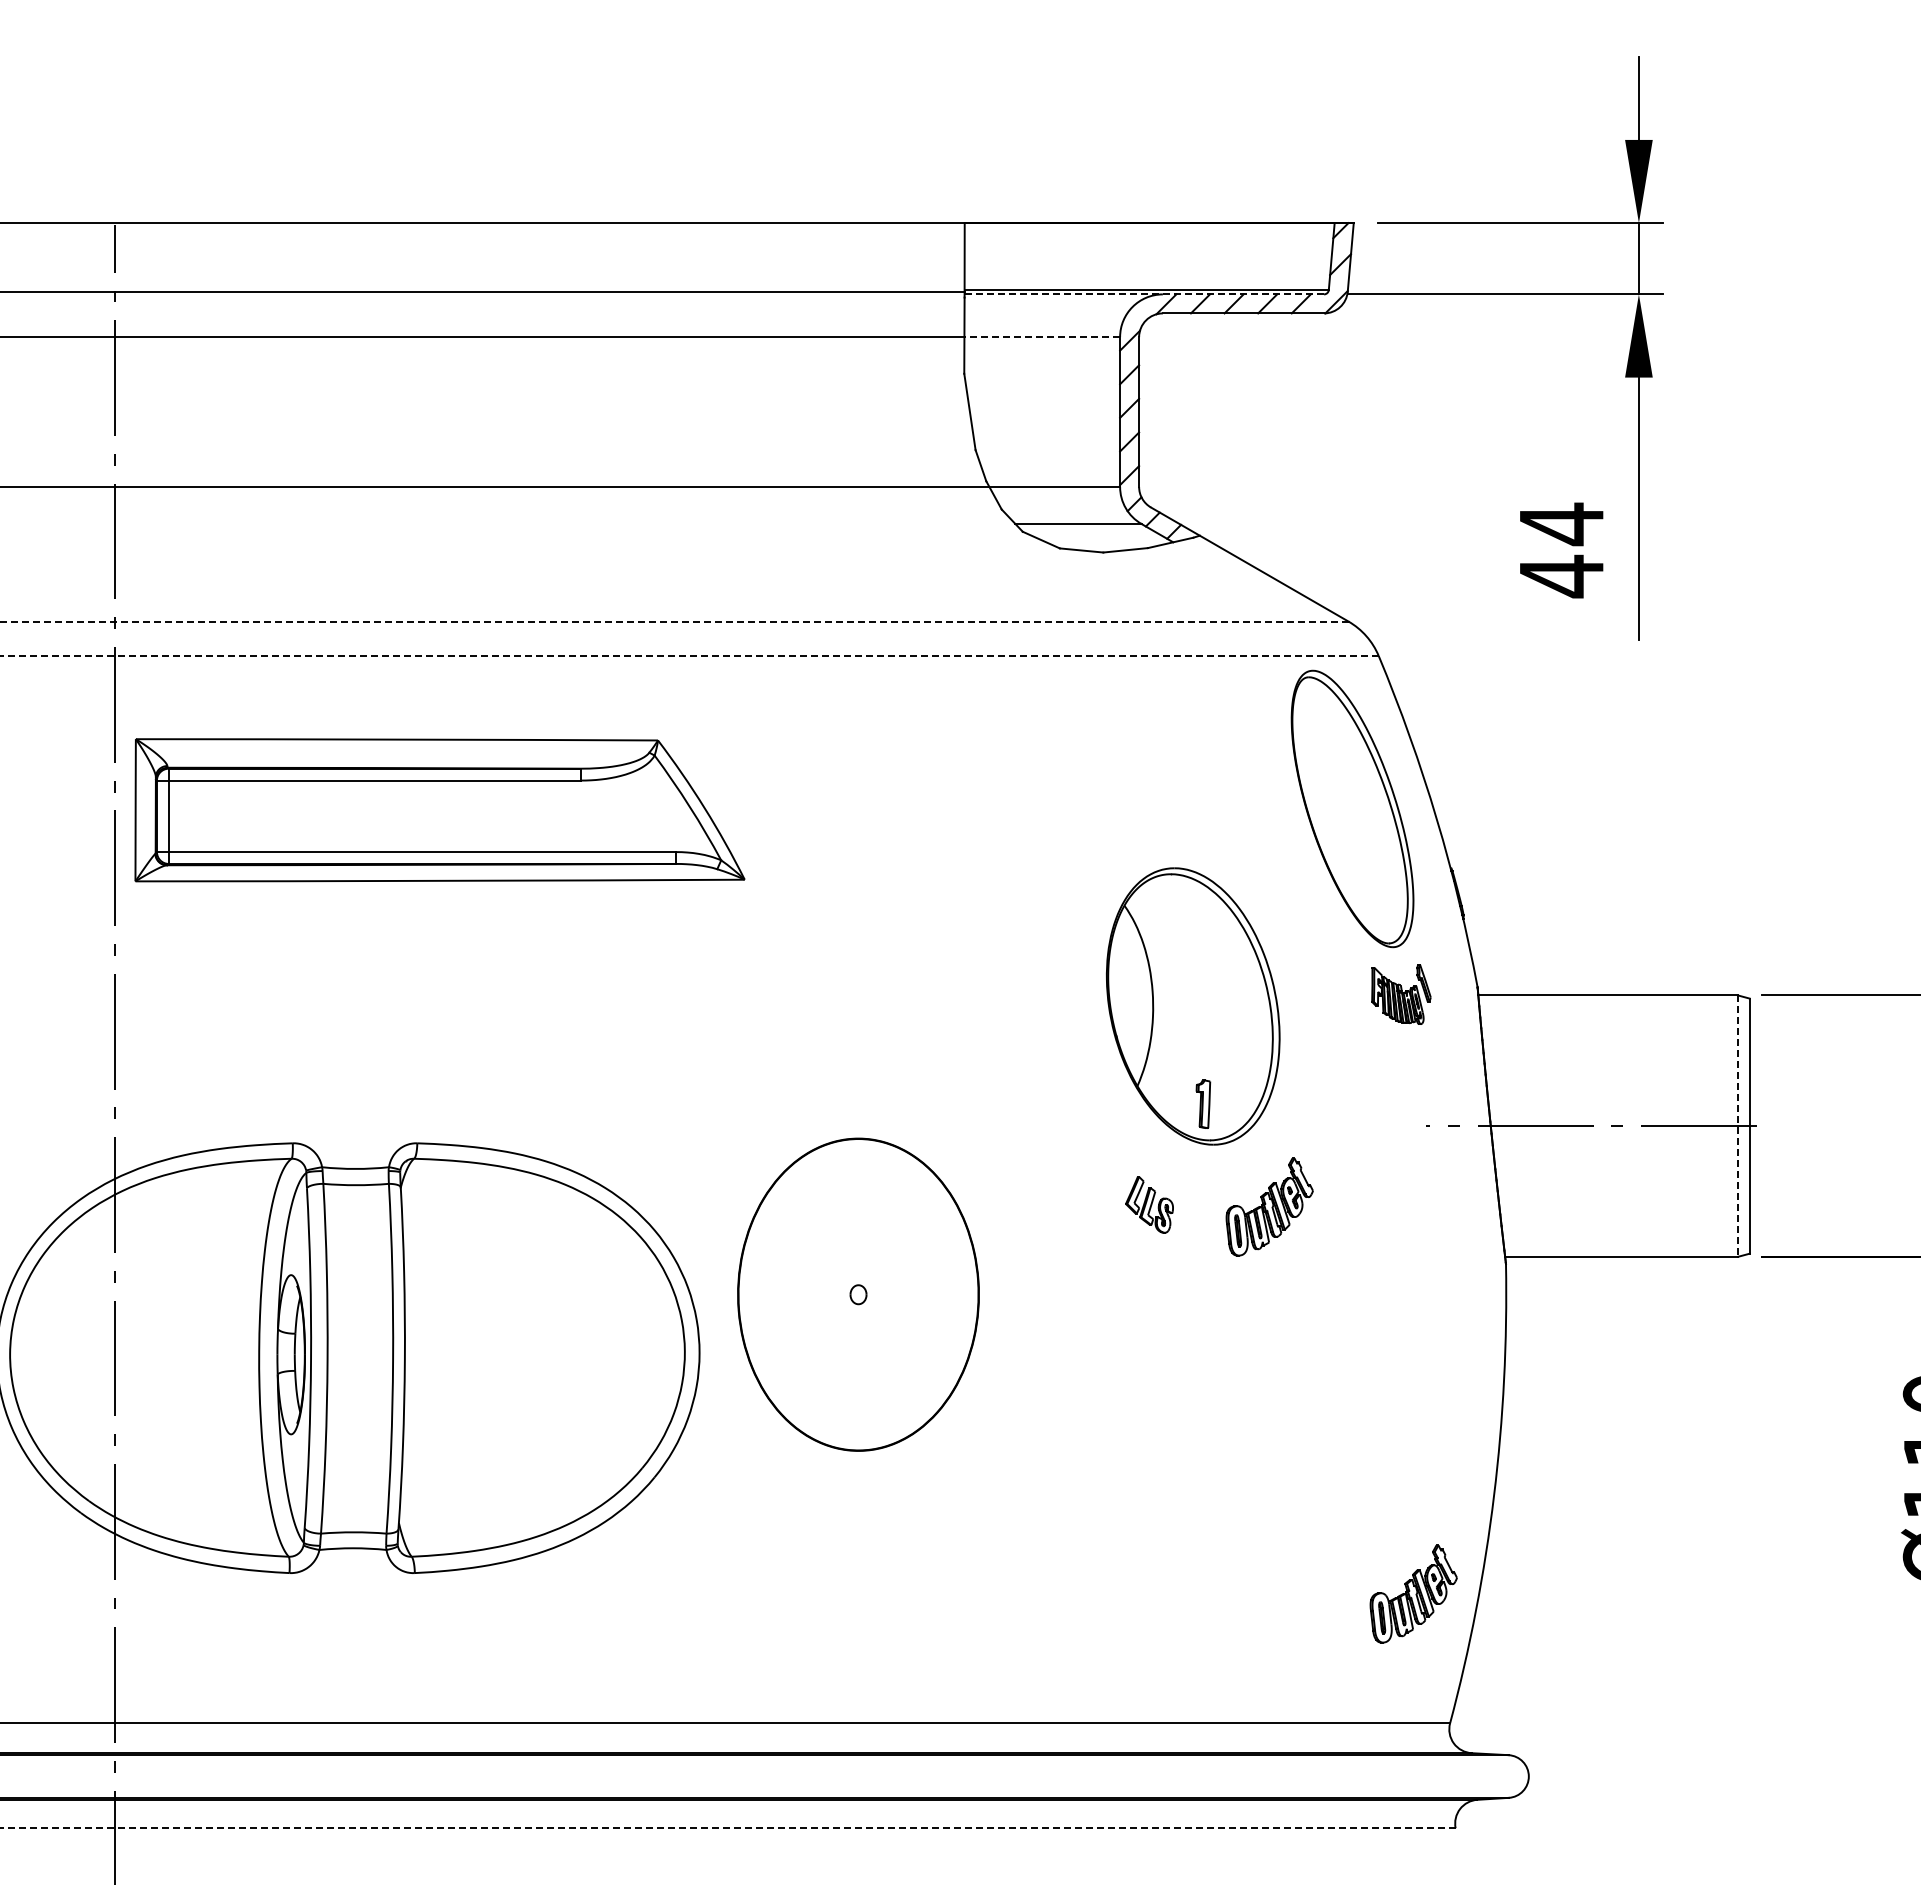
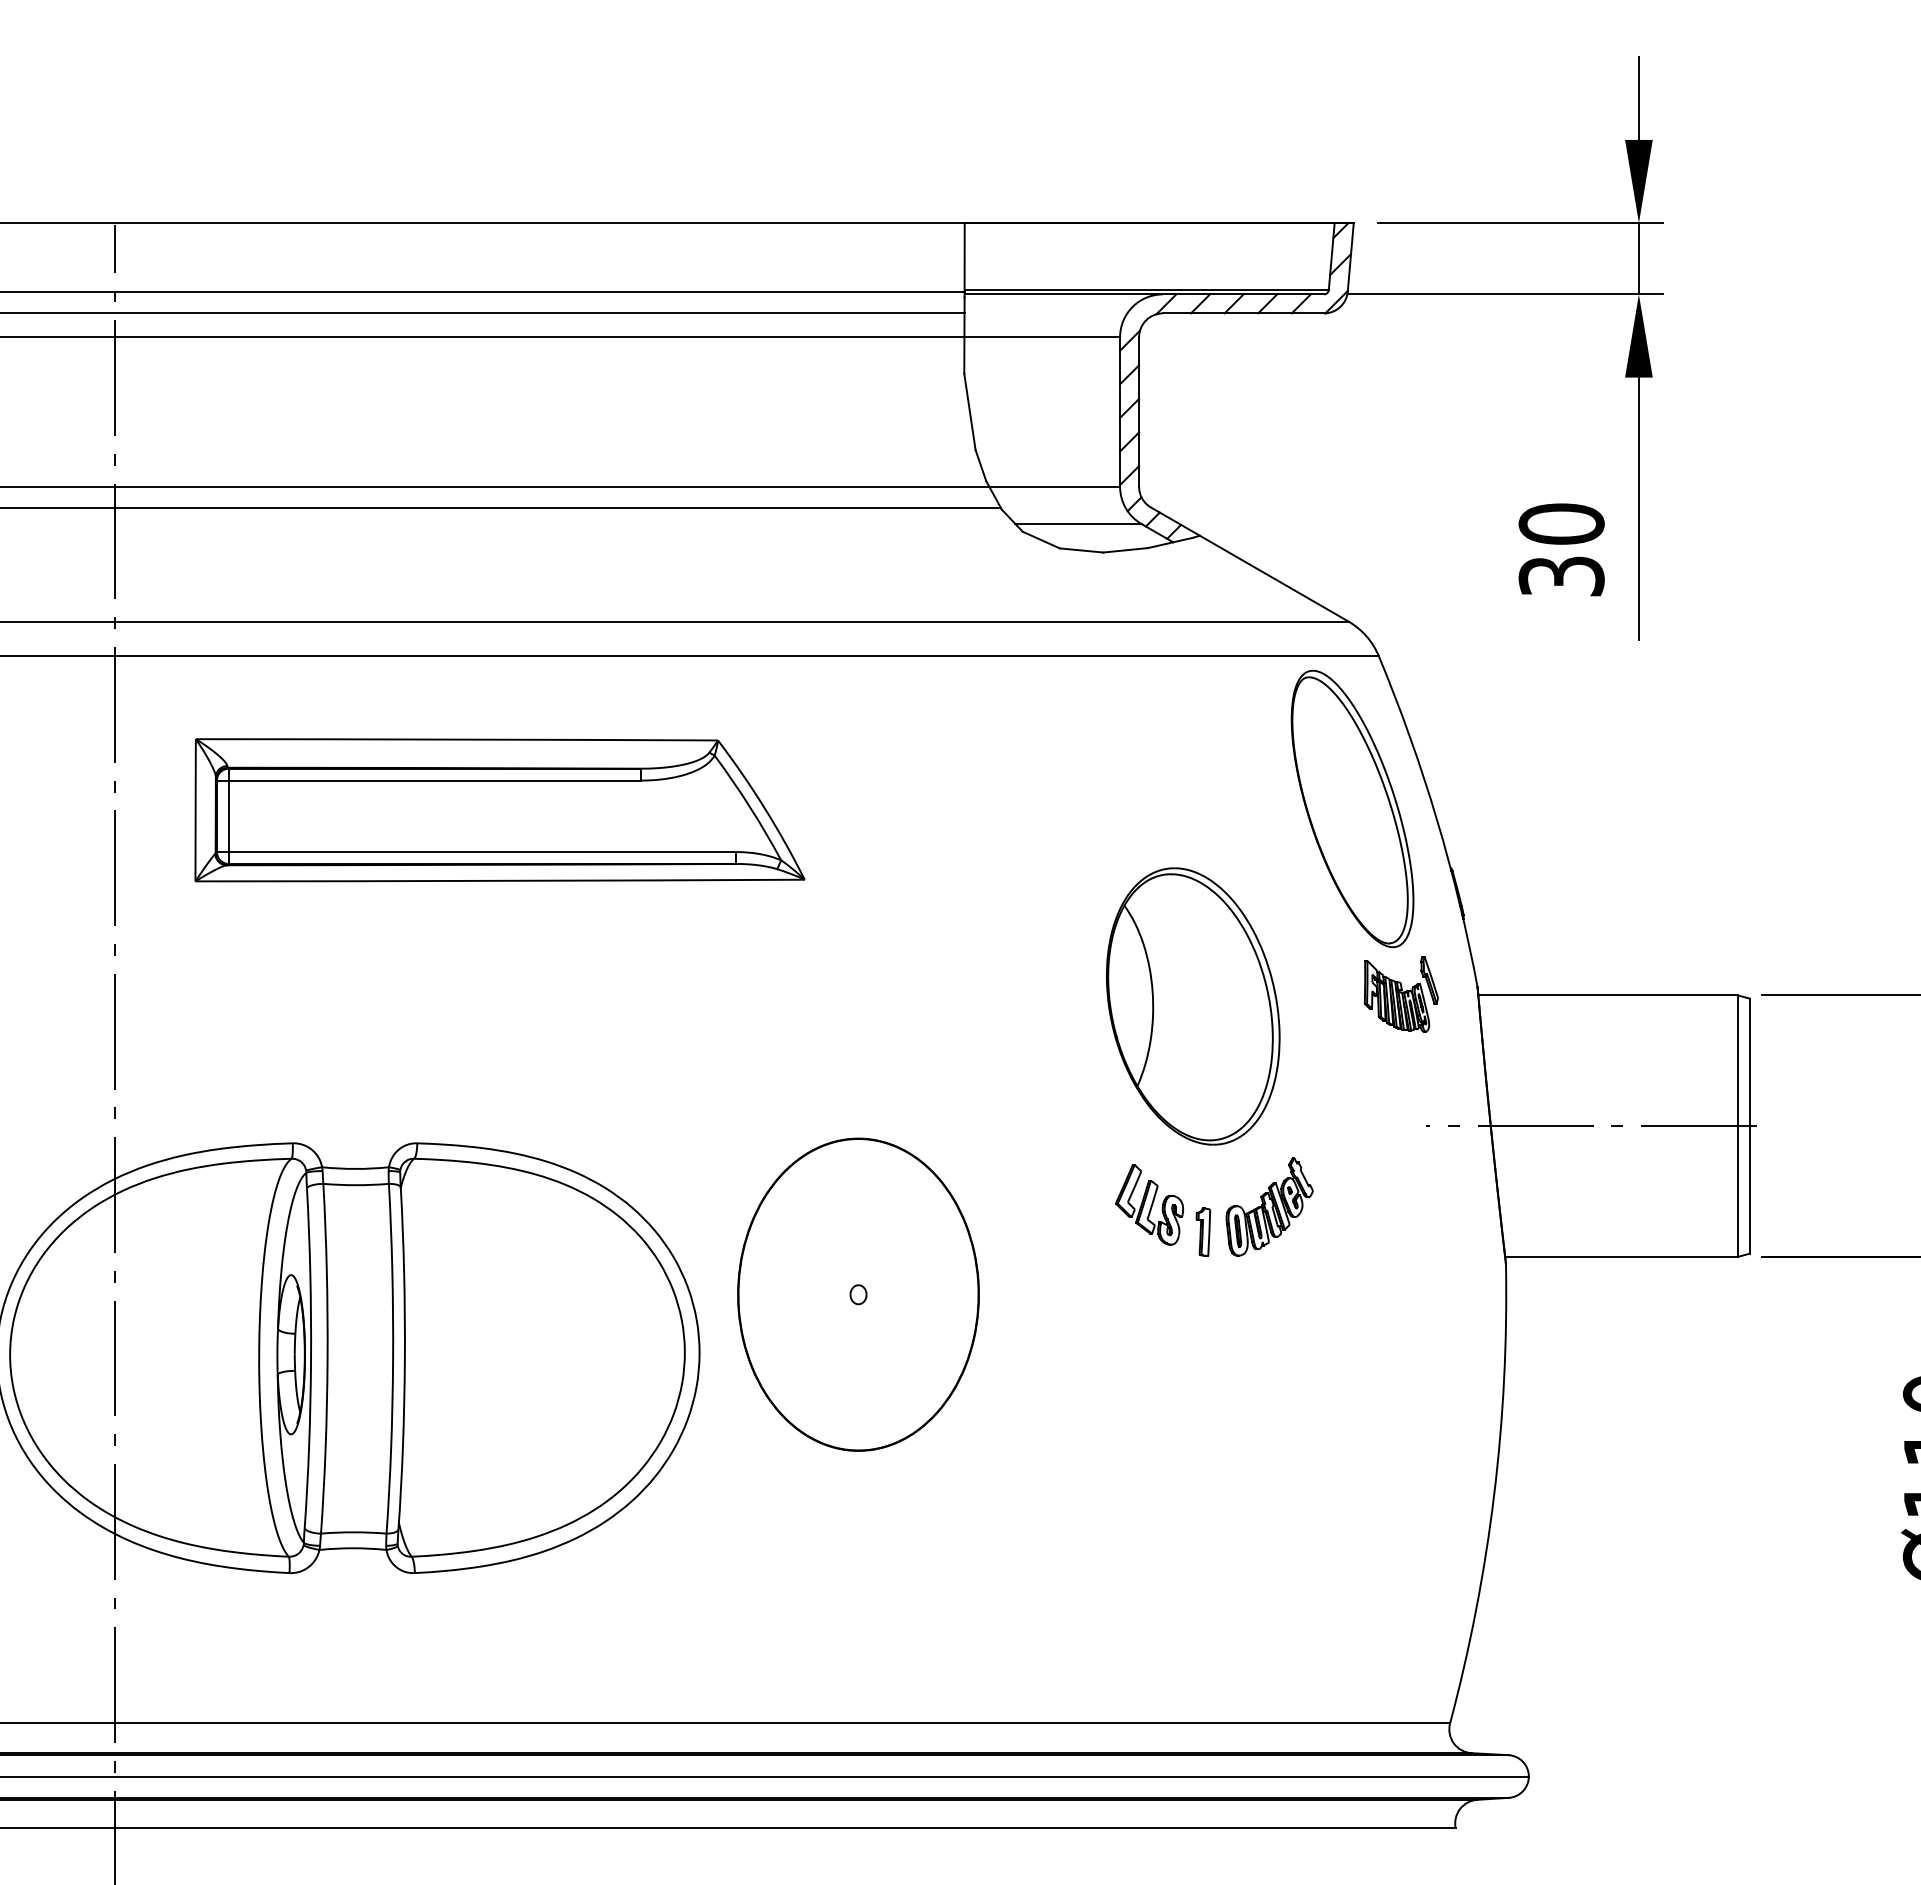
line at (1144, 294): dashed -> solid
line at (483, 313): none -> present
line at (1042, 337): dashed -> solid
line at (501, 507): none -> present
text at (1561, 550): 44 -> 30
line at (674, 621): dashed -> solid
line at (689, 655): dashed -> solid
part at (439, 810) position: (439, 810) -> (499, 810)
part at (1401, 994) size: 61x61 px -> 75x77 px
part at (1203, 1103) position: (1203, 1103) -> (1203, 1231)
line at (1737, 1126): dashed -> solid
part at (1149, 1204) size: 49x58 px -> 69x82 px
part at (1413, 1593): present -> none
line at (765, 1776): none -> present
line at (727, 1828): dashed -> solid
